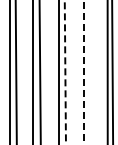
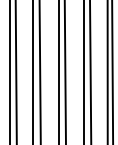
line at (90, 71): none -> present
line at (65, 72): dashed -> solid
line at (83, 72): dashed -> solid
